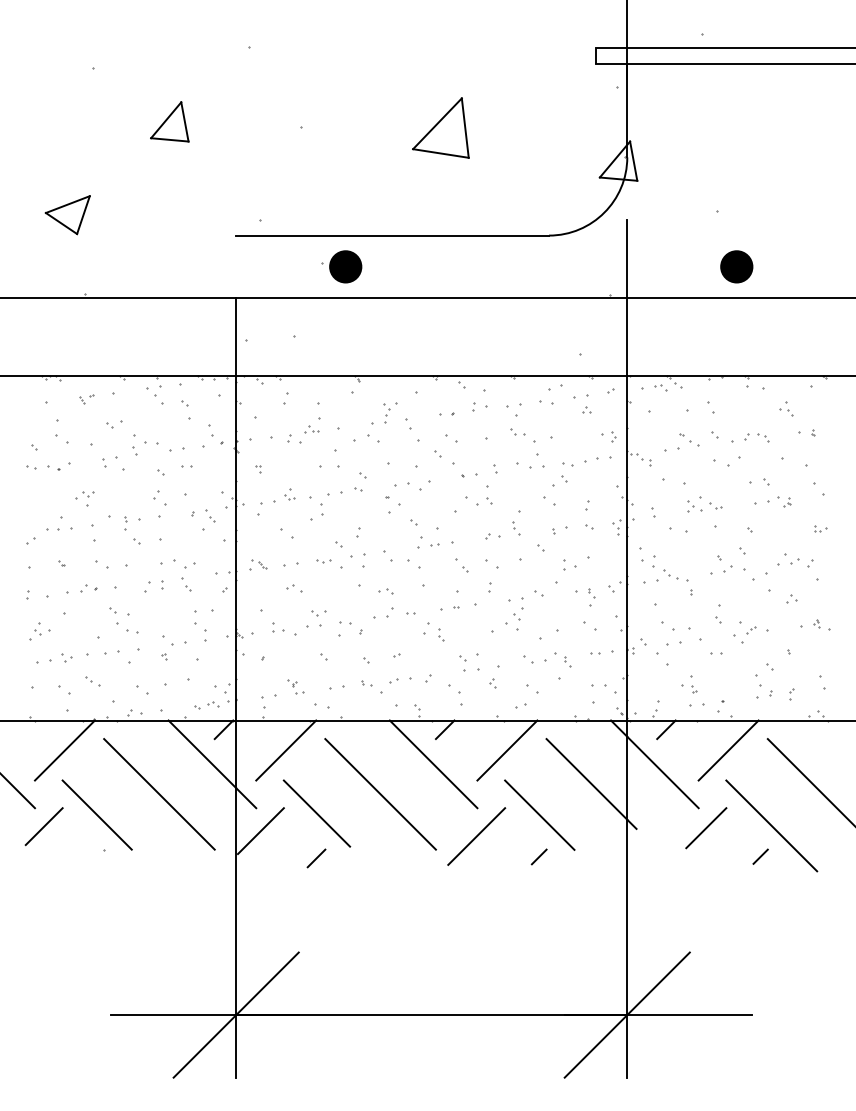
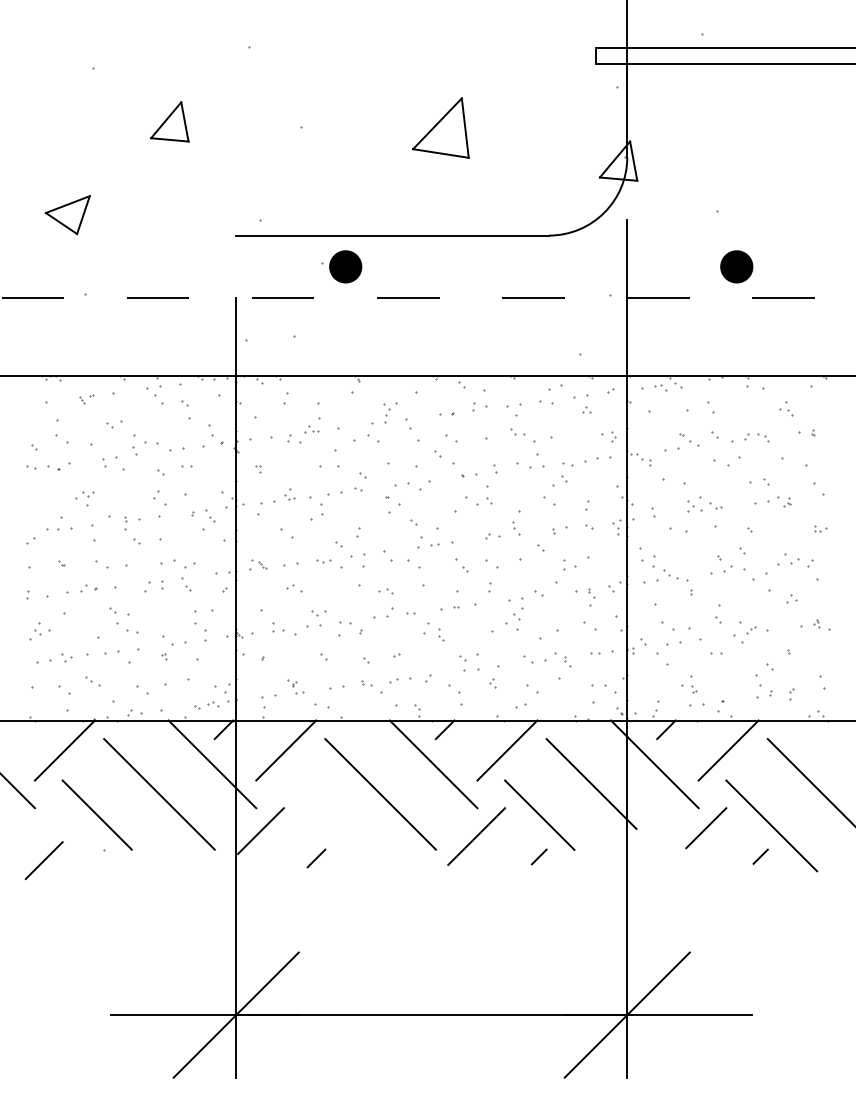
line at (427, 298): solid -> dashed
line at (316, 813): present -> none
line at (43, 826) position: (43, 826) -> (43, 860)
